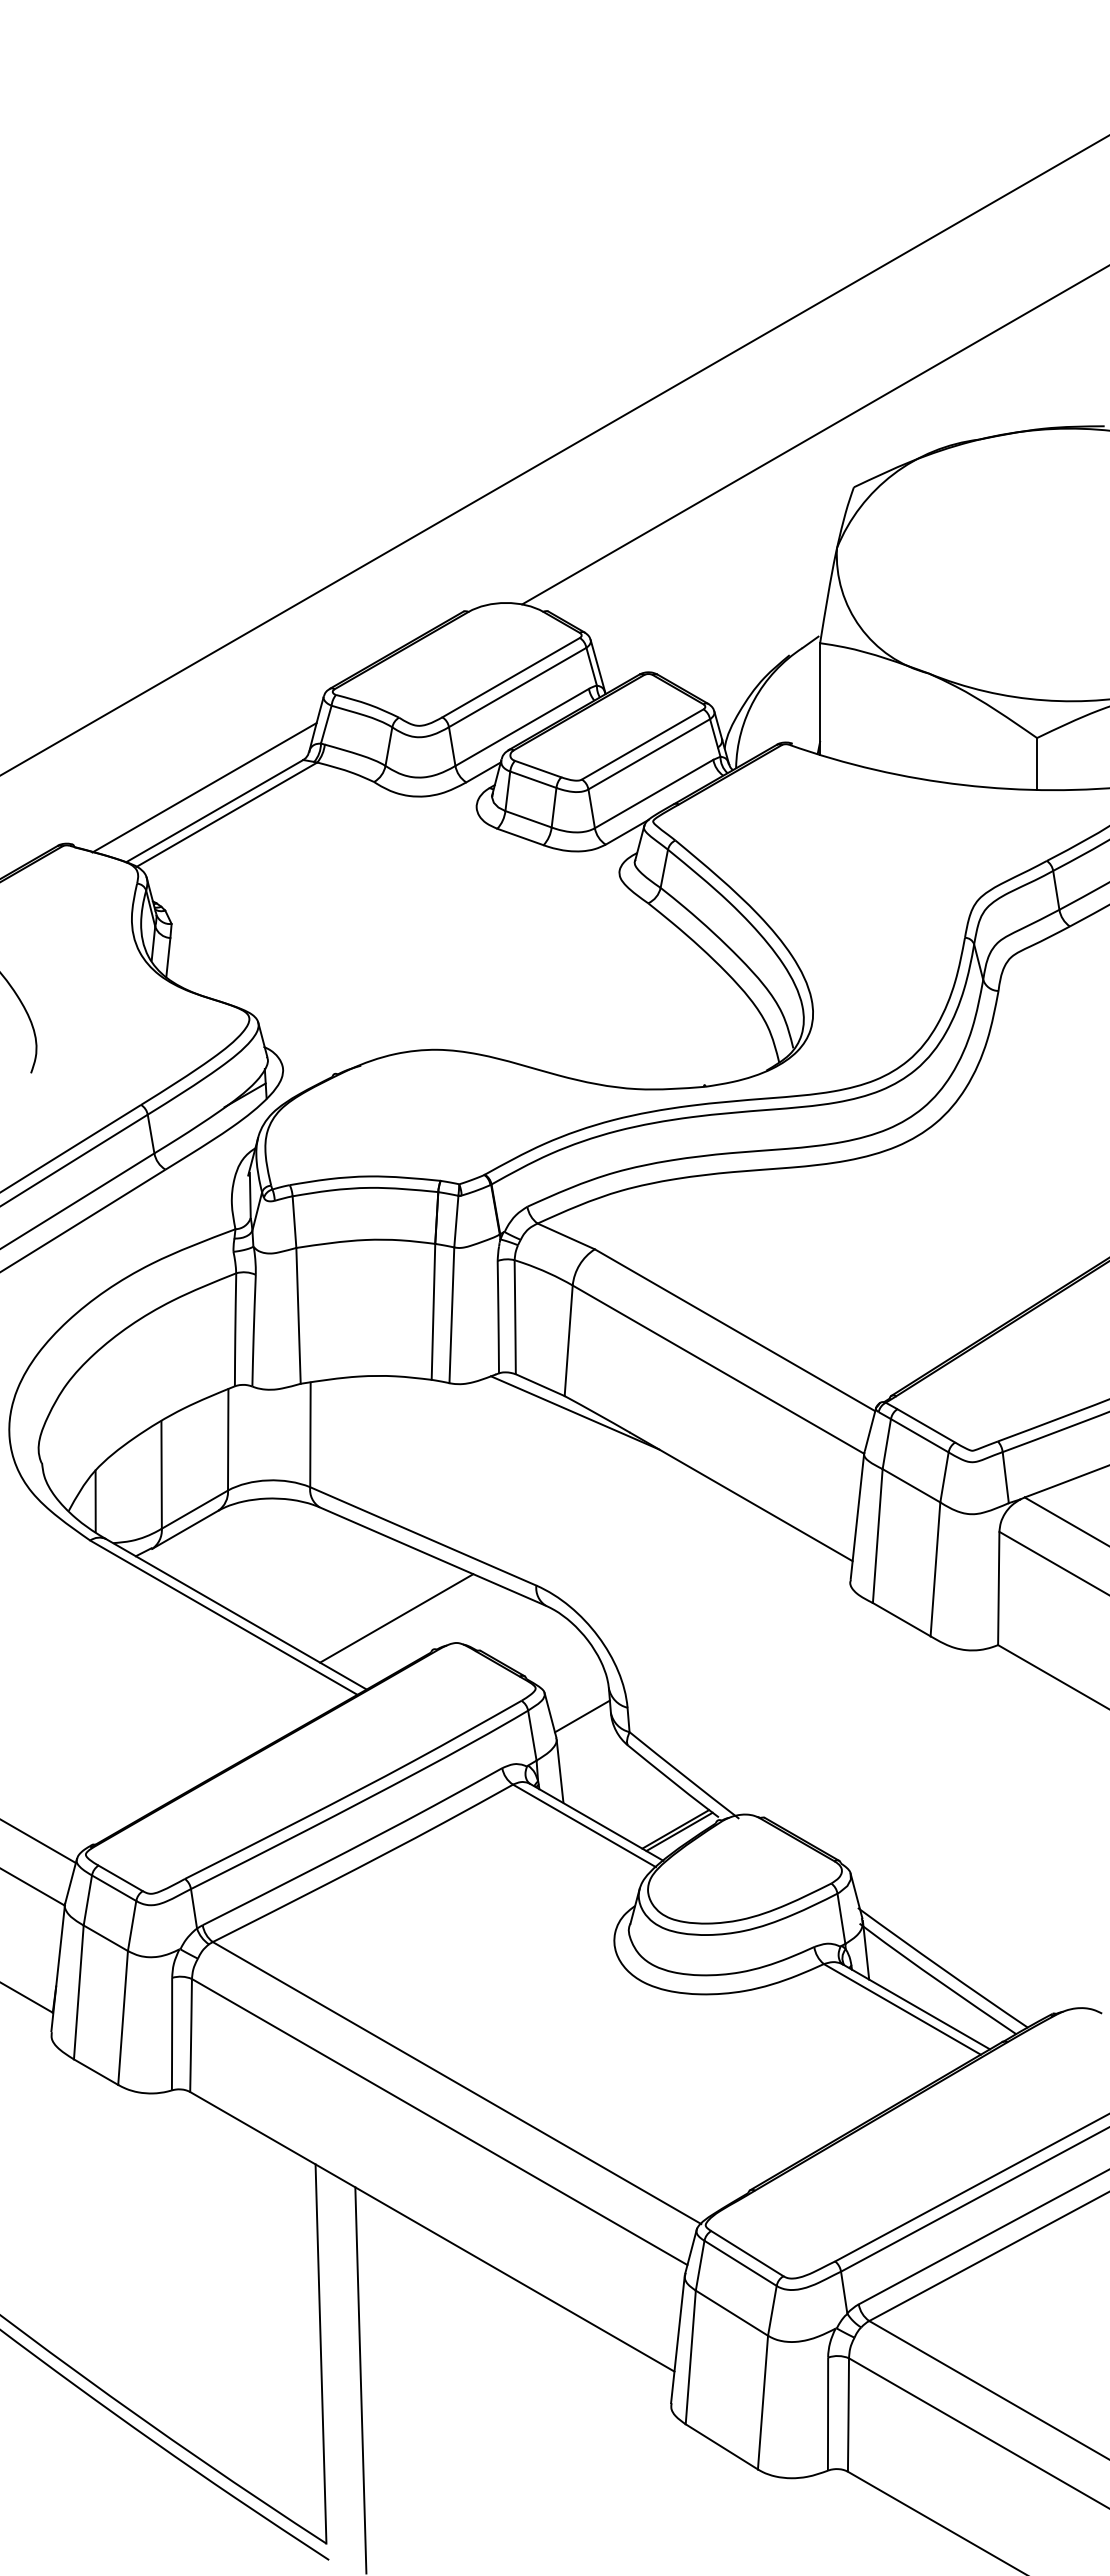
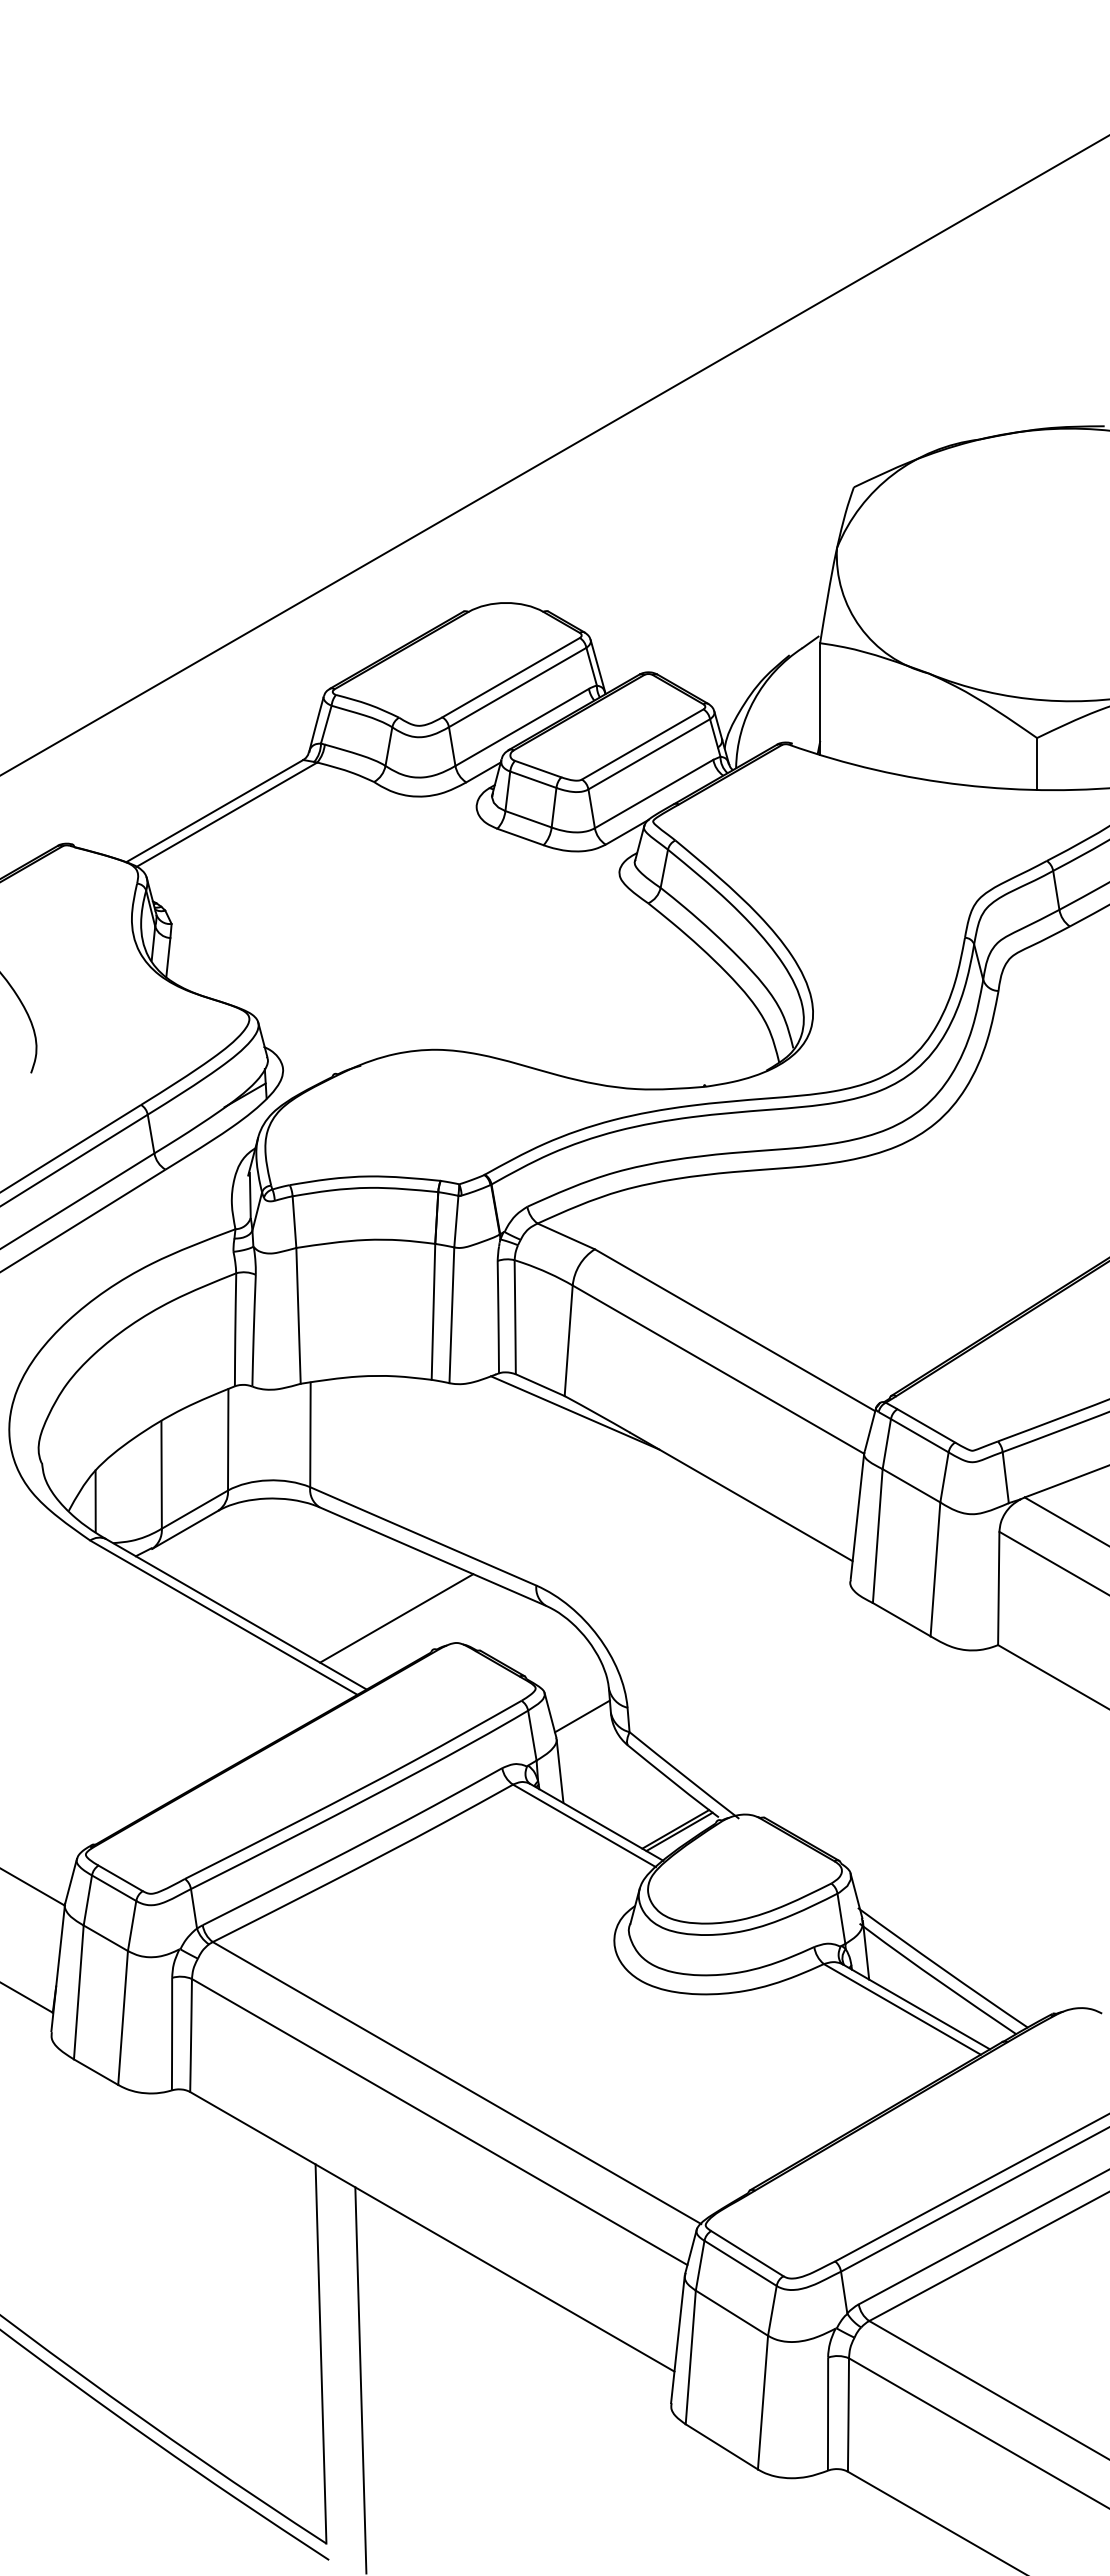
line at (814, 435): present -> none
line at (204, 787): present -> none
line at (38, 1841): present -> none
